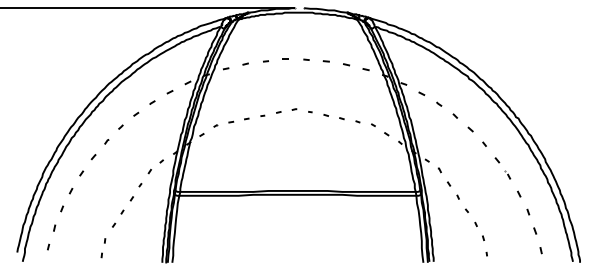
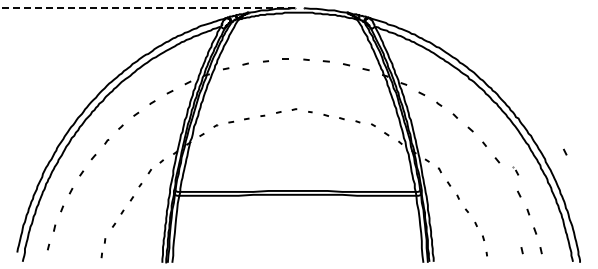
line at (146, 8): solid -> dashed
line at (565, 151): none -> present
part at (507, 174) position: (507, 174) -> (515, 170)
line at (521, 250): none -> present
